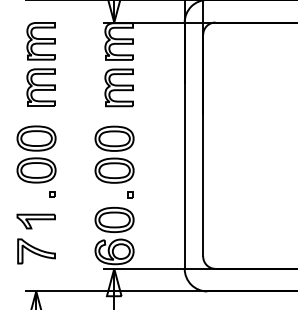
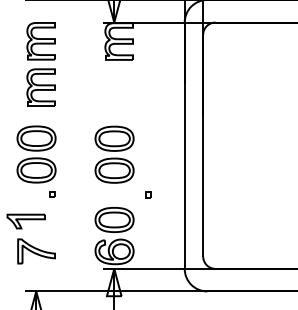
part at (118, 87): present -> none
part at (130, 194) position: (130, 194) -> (148, 194)
part at (35, 221) position: (35, 221) -> (25, 221)
